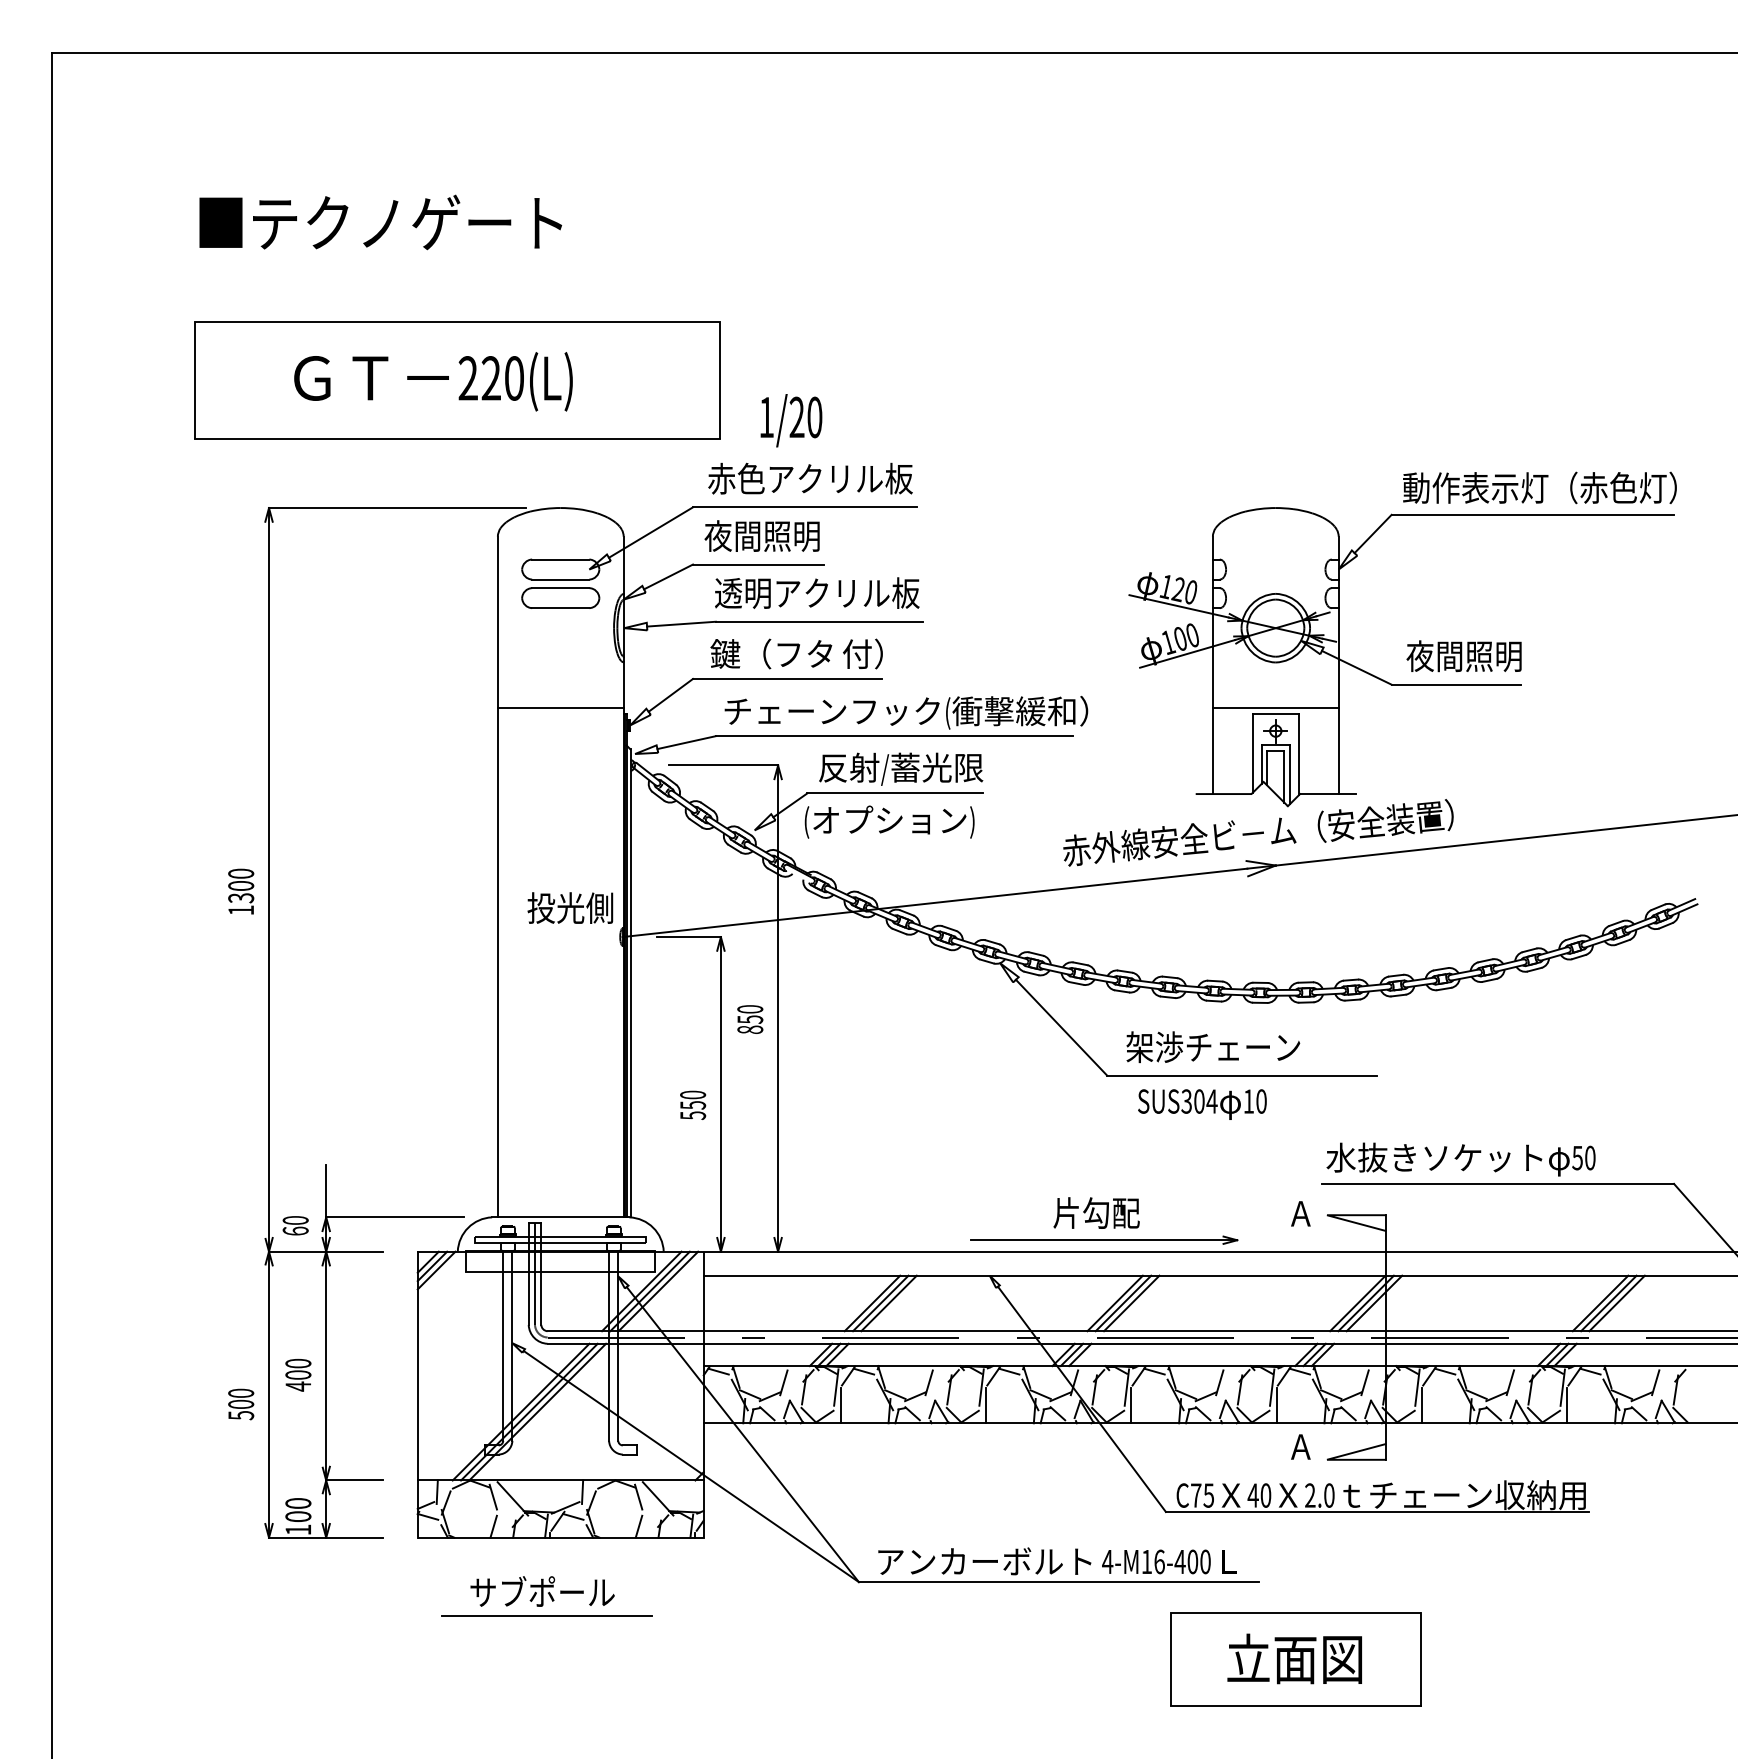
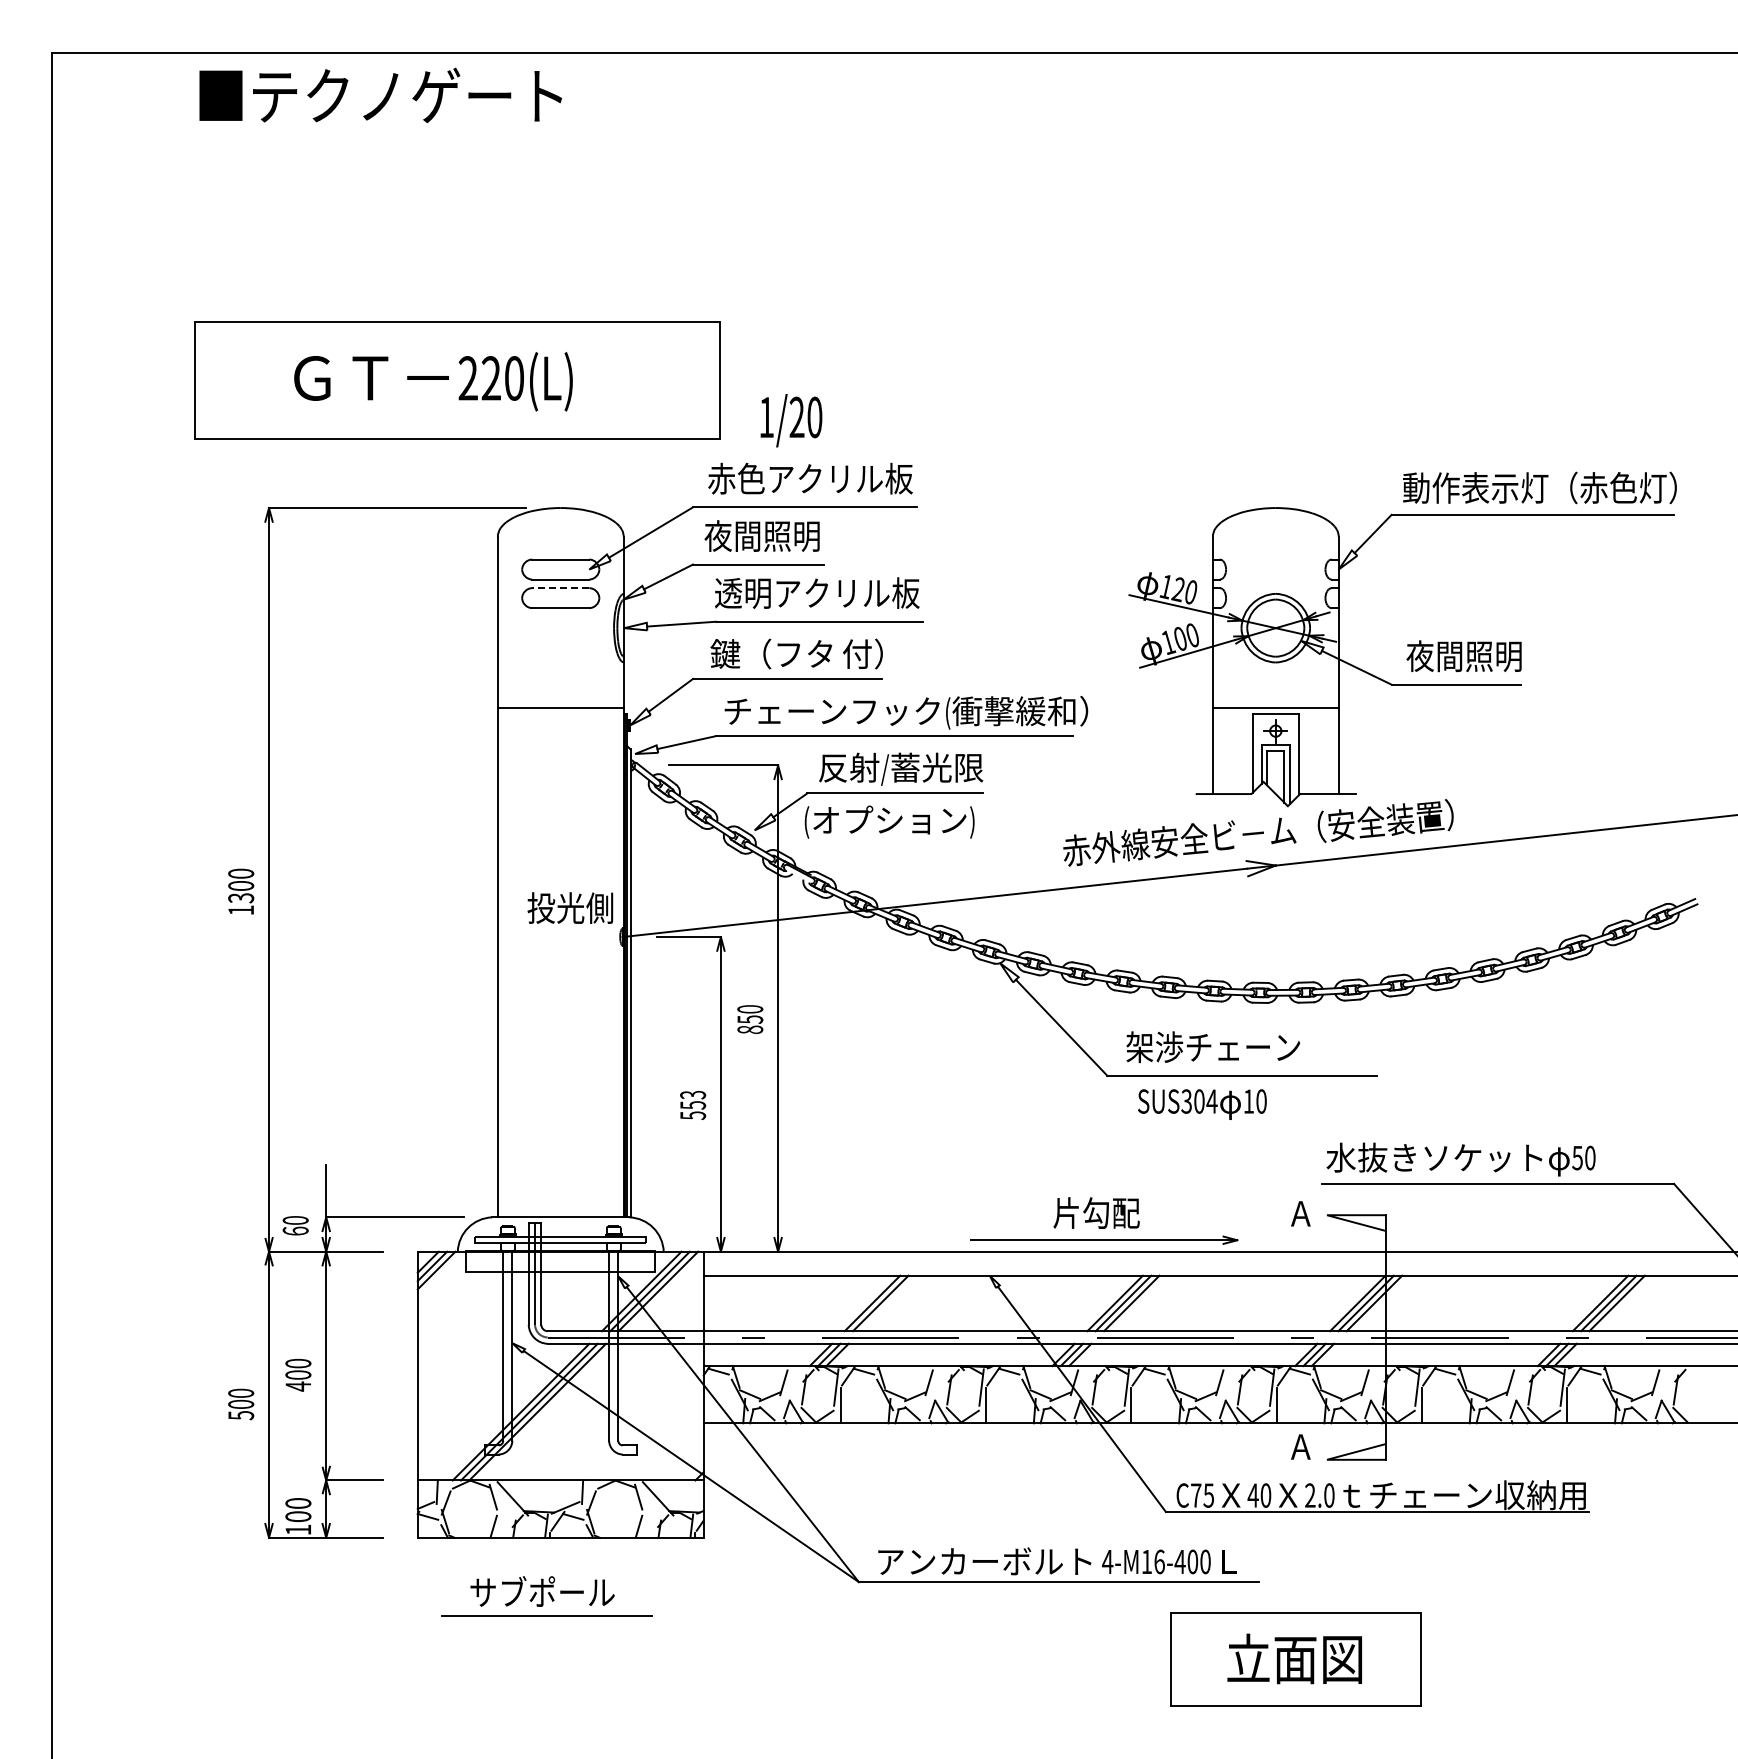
text at (380, 222) position: (380, 222) -> (380, 95)
line at (560, 588): solid -> dashed
text at (692, 1094): 550 -> 553
line at (888, 1303): present -> none
